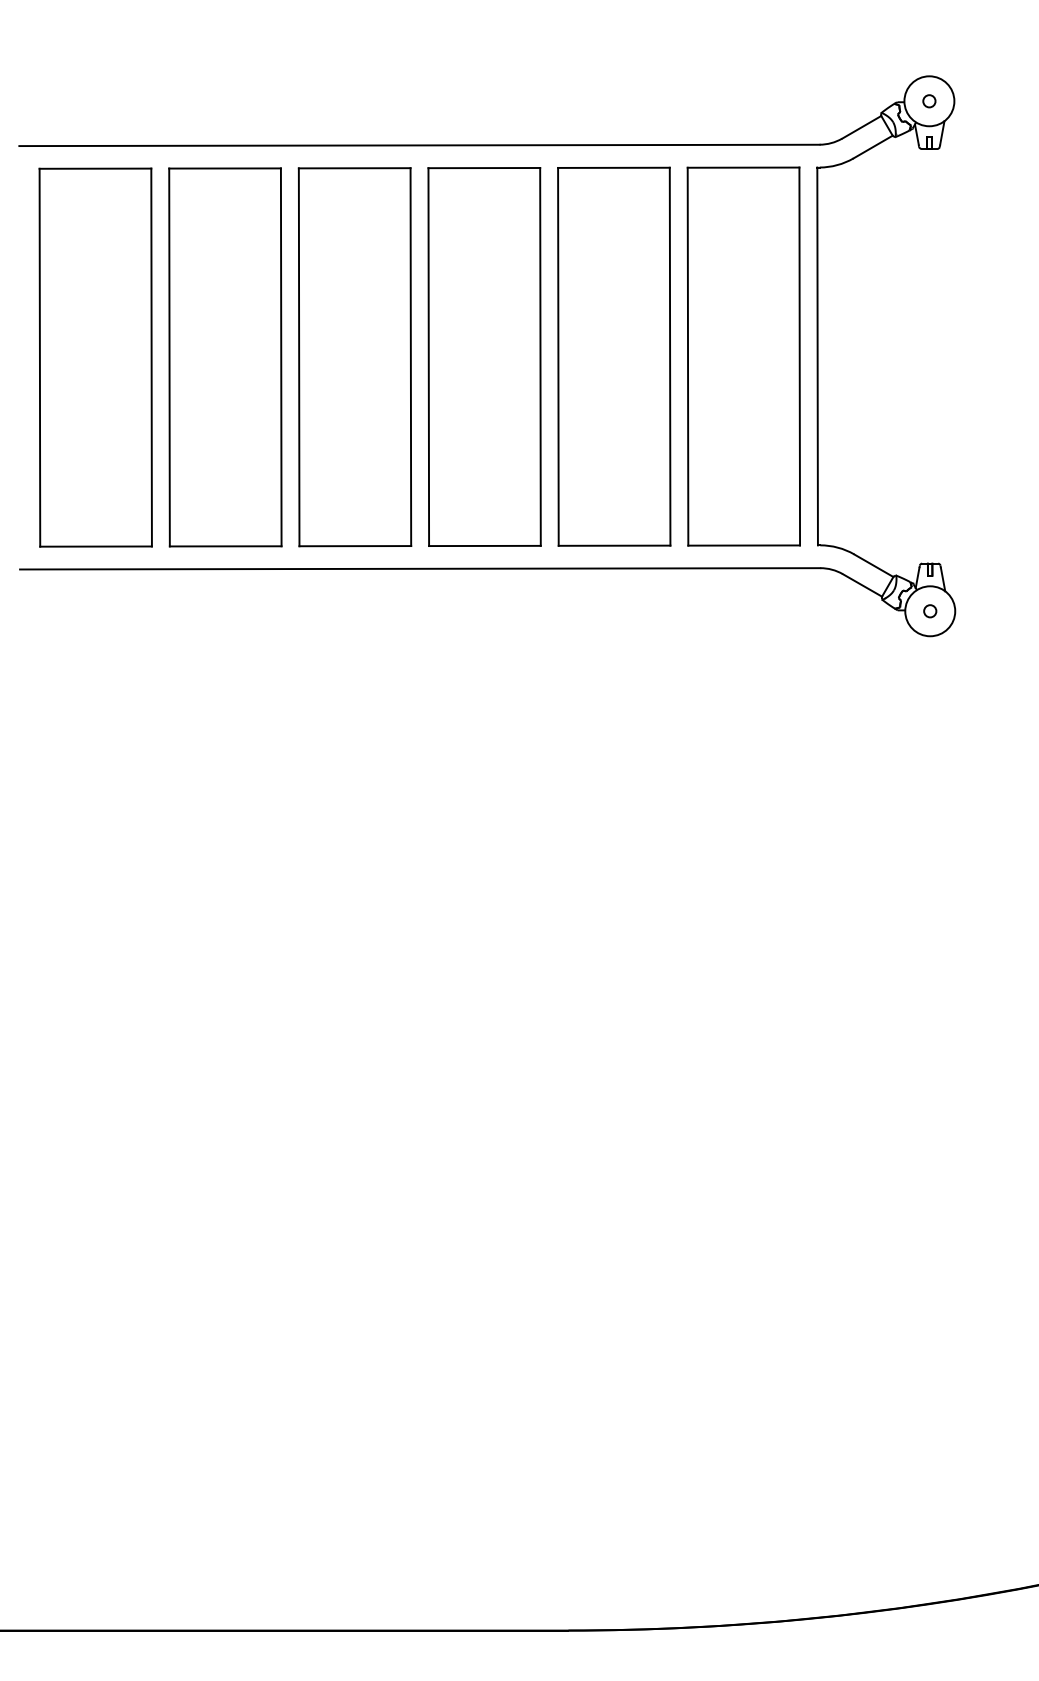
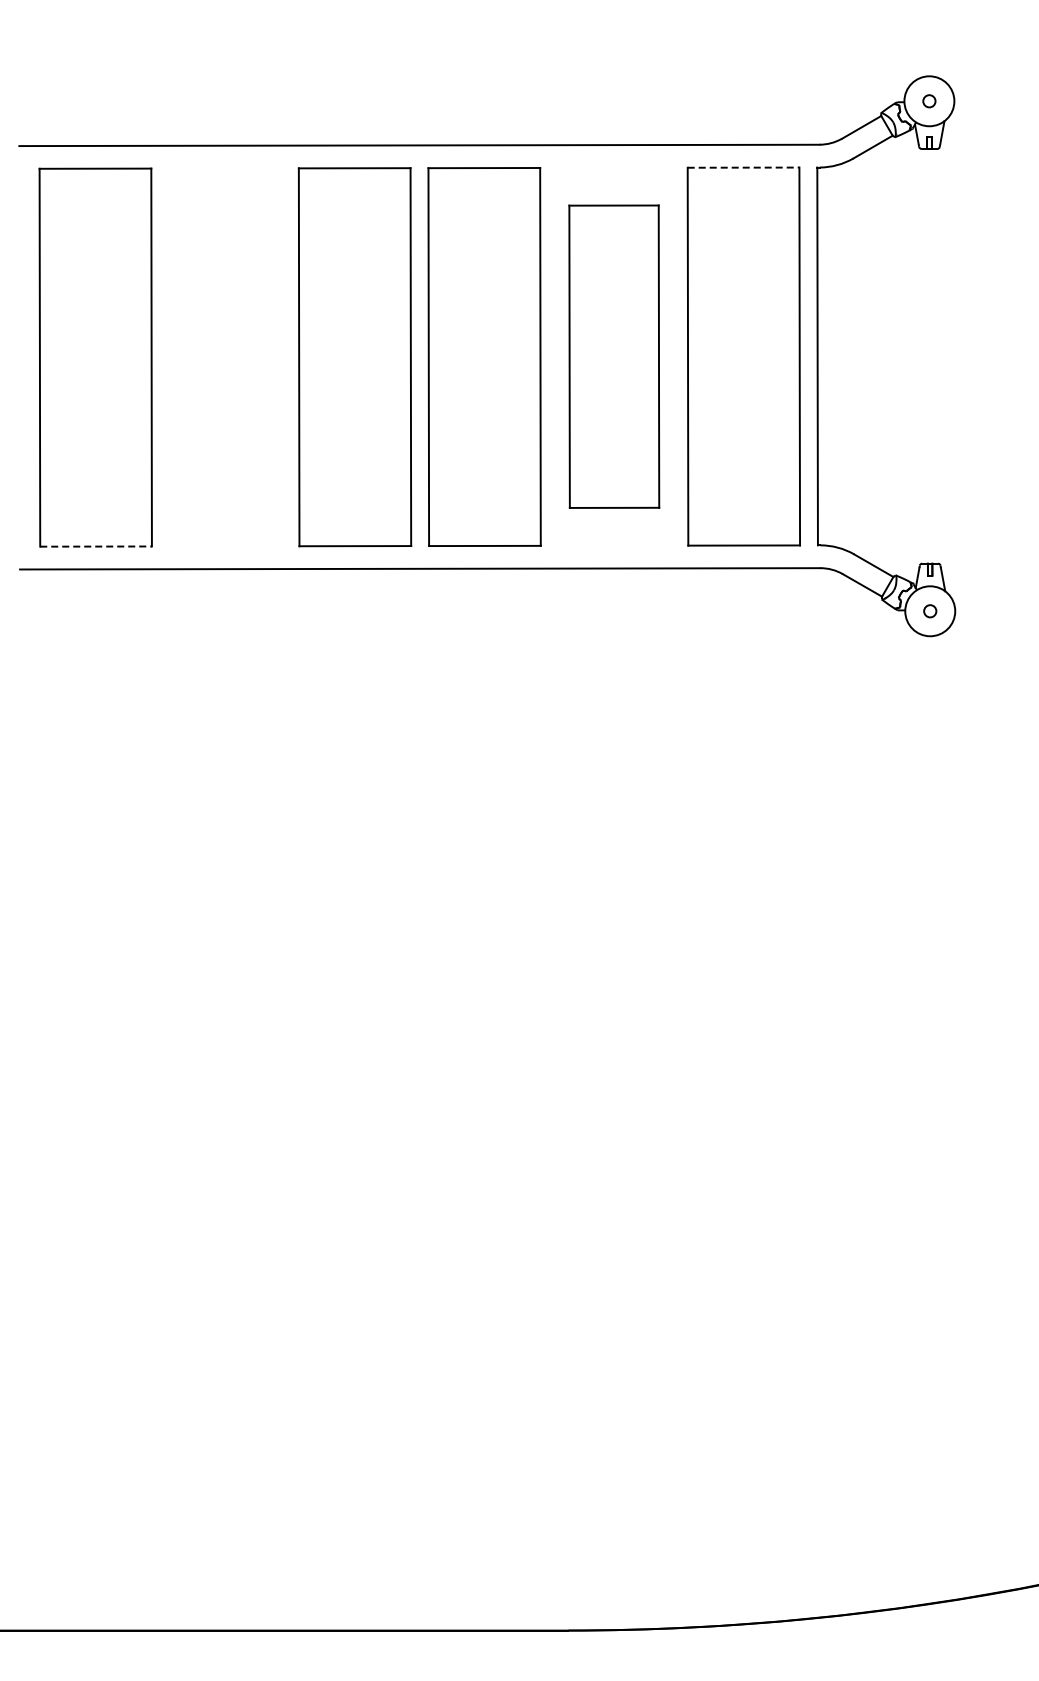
line at (743, 167): solid -> dashed
part at (614, 356) size: 115x381 px -> 93x305 px
part at (225, 357): present -> none
line at (96, 546): solid -> dashed
